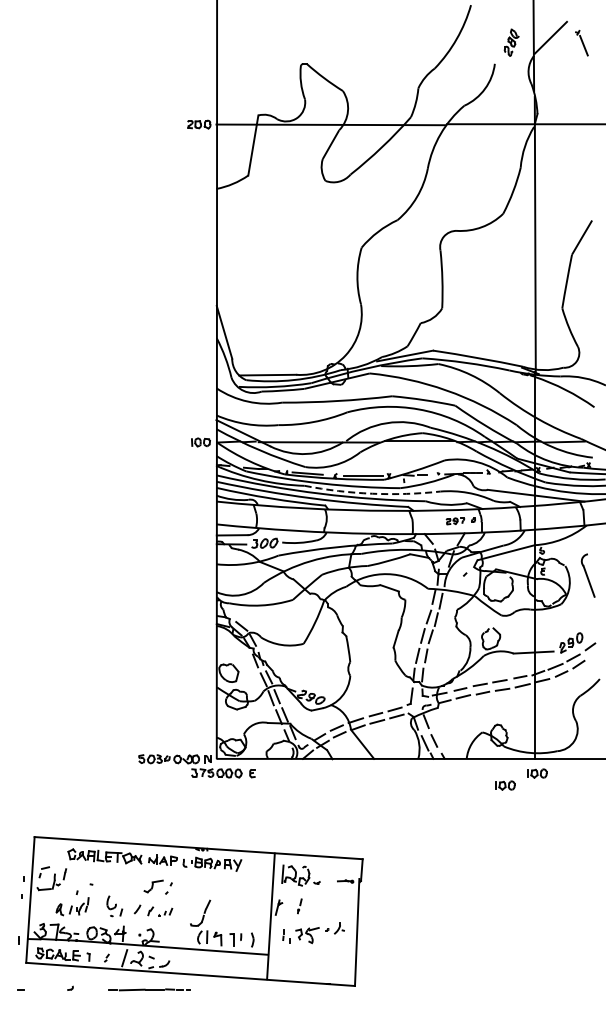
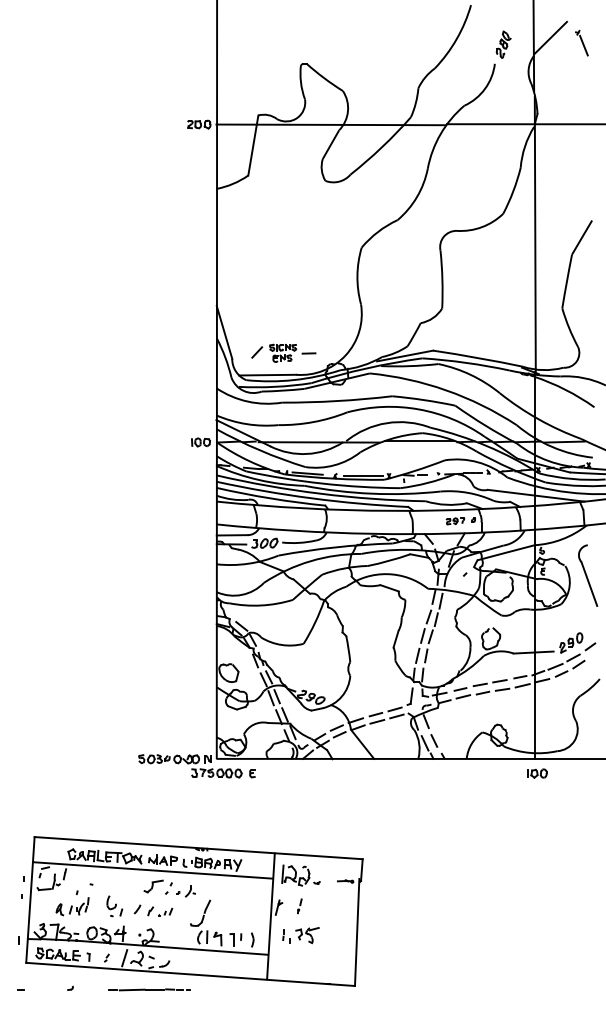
part at (511, 42) position: (511, 42) -> (503, 44)
part at (283, 352): none -> present
arc at (372, 493): dashed -> solid
part at (587, 575) size: 16x45 px -> 21x63 px
part at (505, 785): present -> none
line at (152, 870): none -> present
part at (334, 928) position: (334, 928) -> (185, 891)
